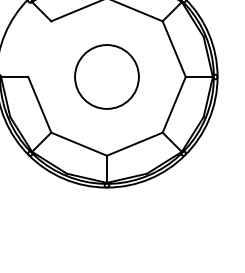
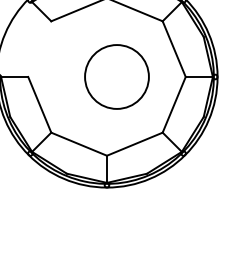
circle at (106, 76) position: (106, 76) -> (116, 76)
